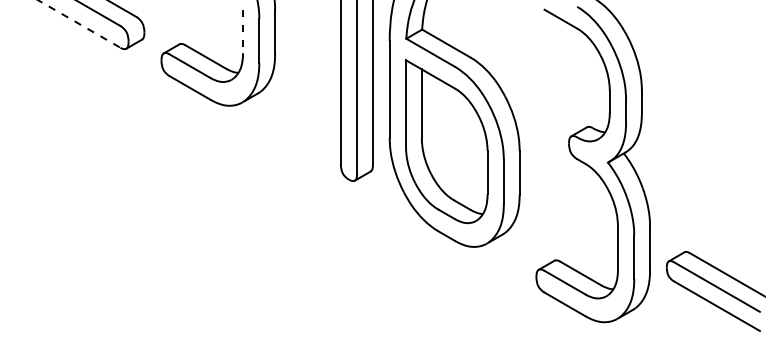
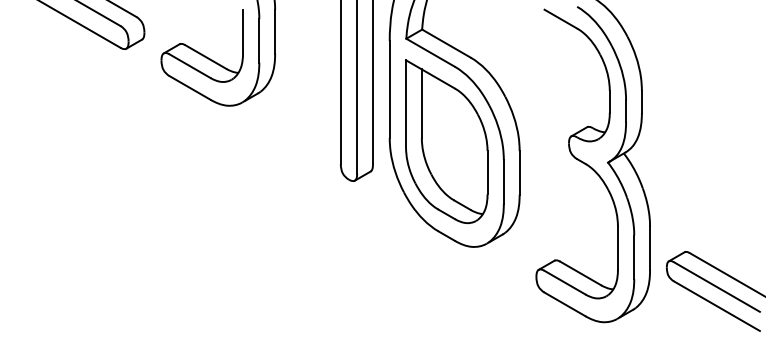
line at (79, 24): dashed -> solid
line at (243, 31): dashed -> solid
